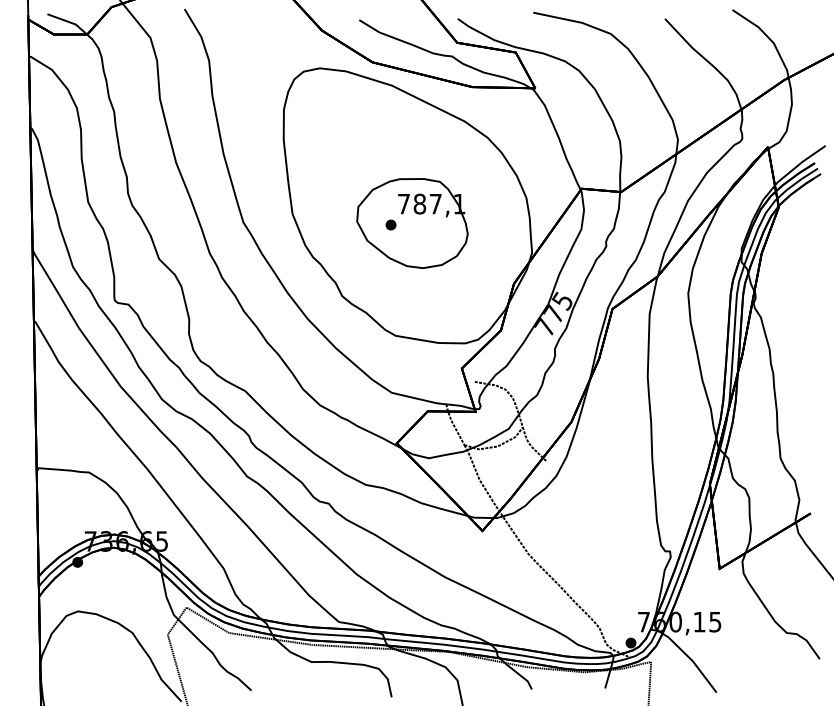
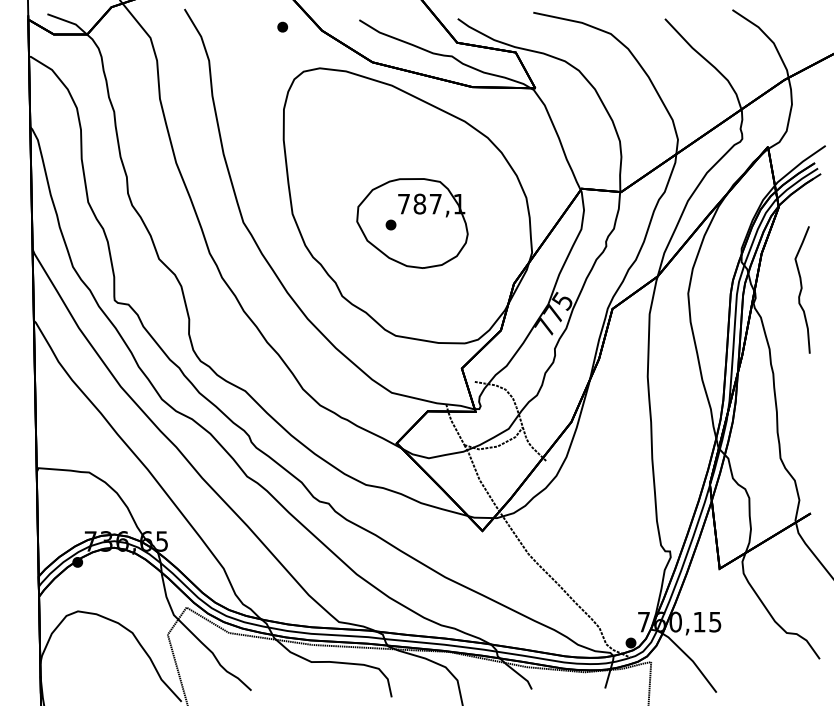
part at (282, 26): none -> present
curve at (802, 289): none -> present
